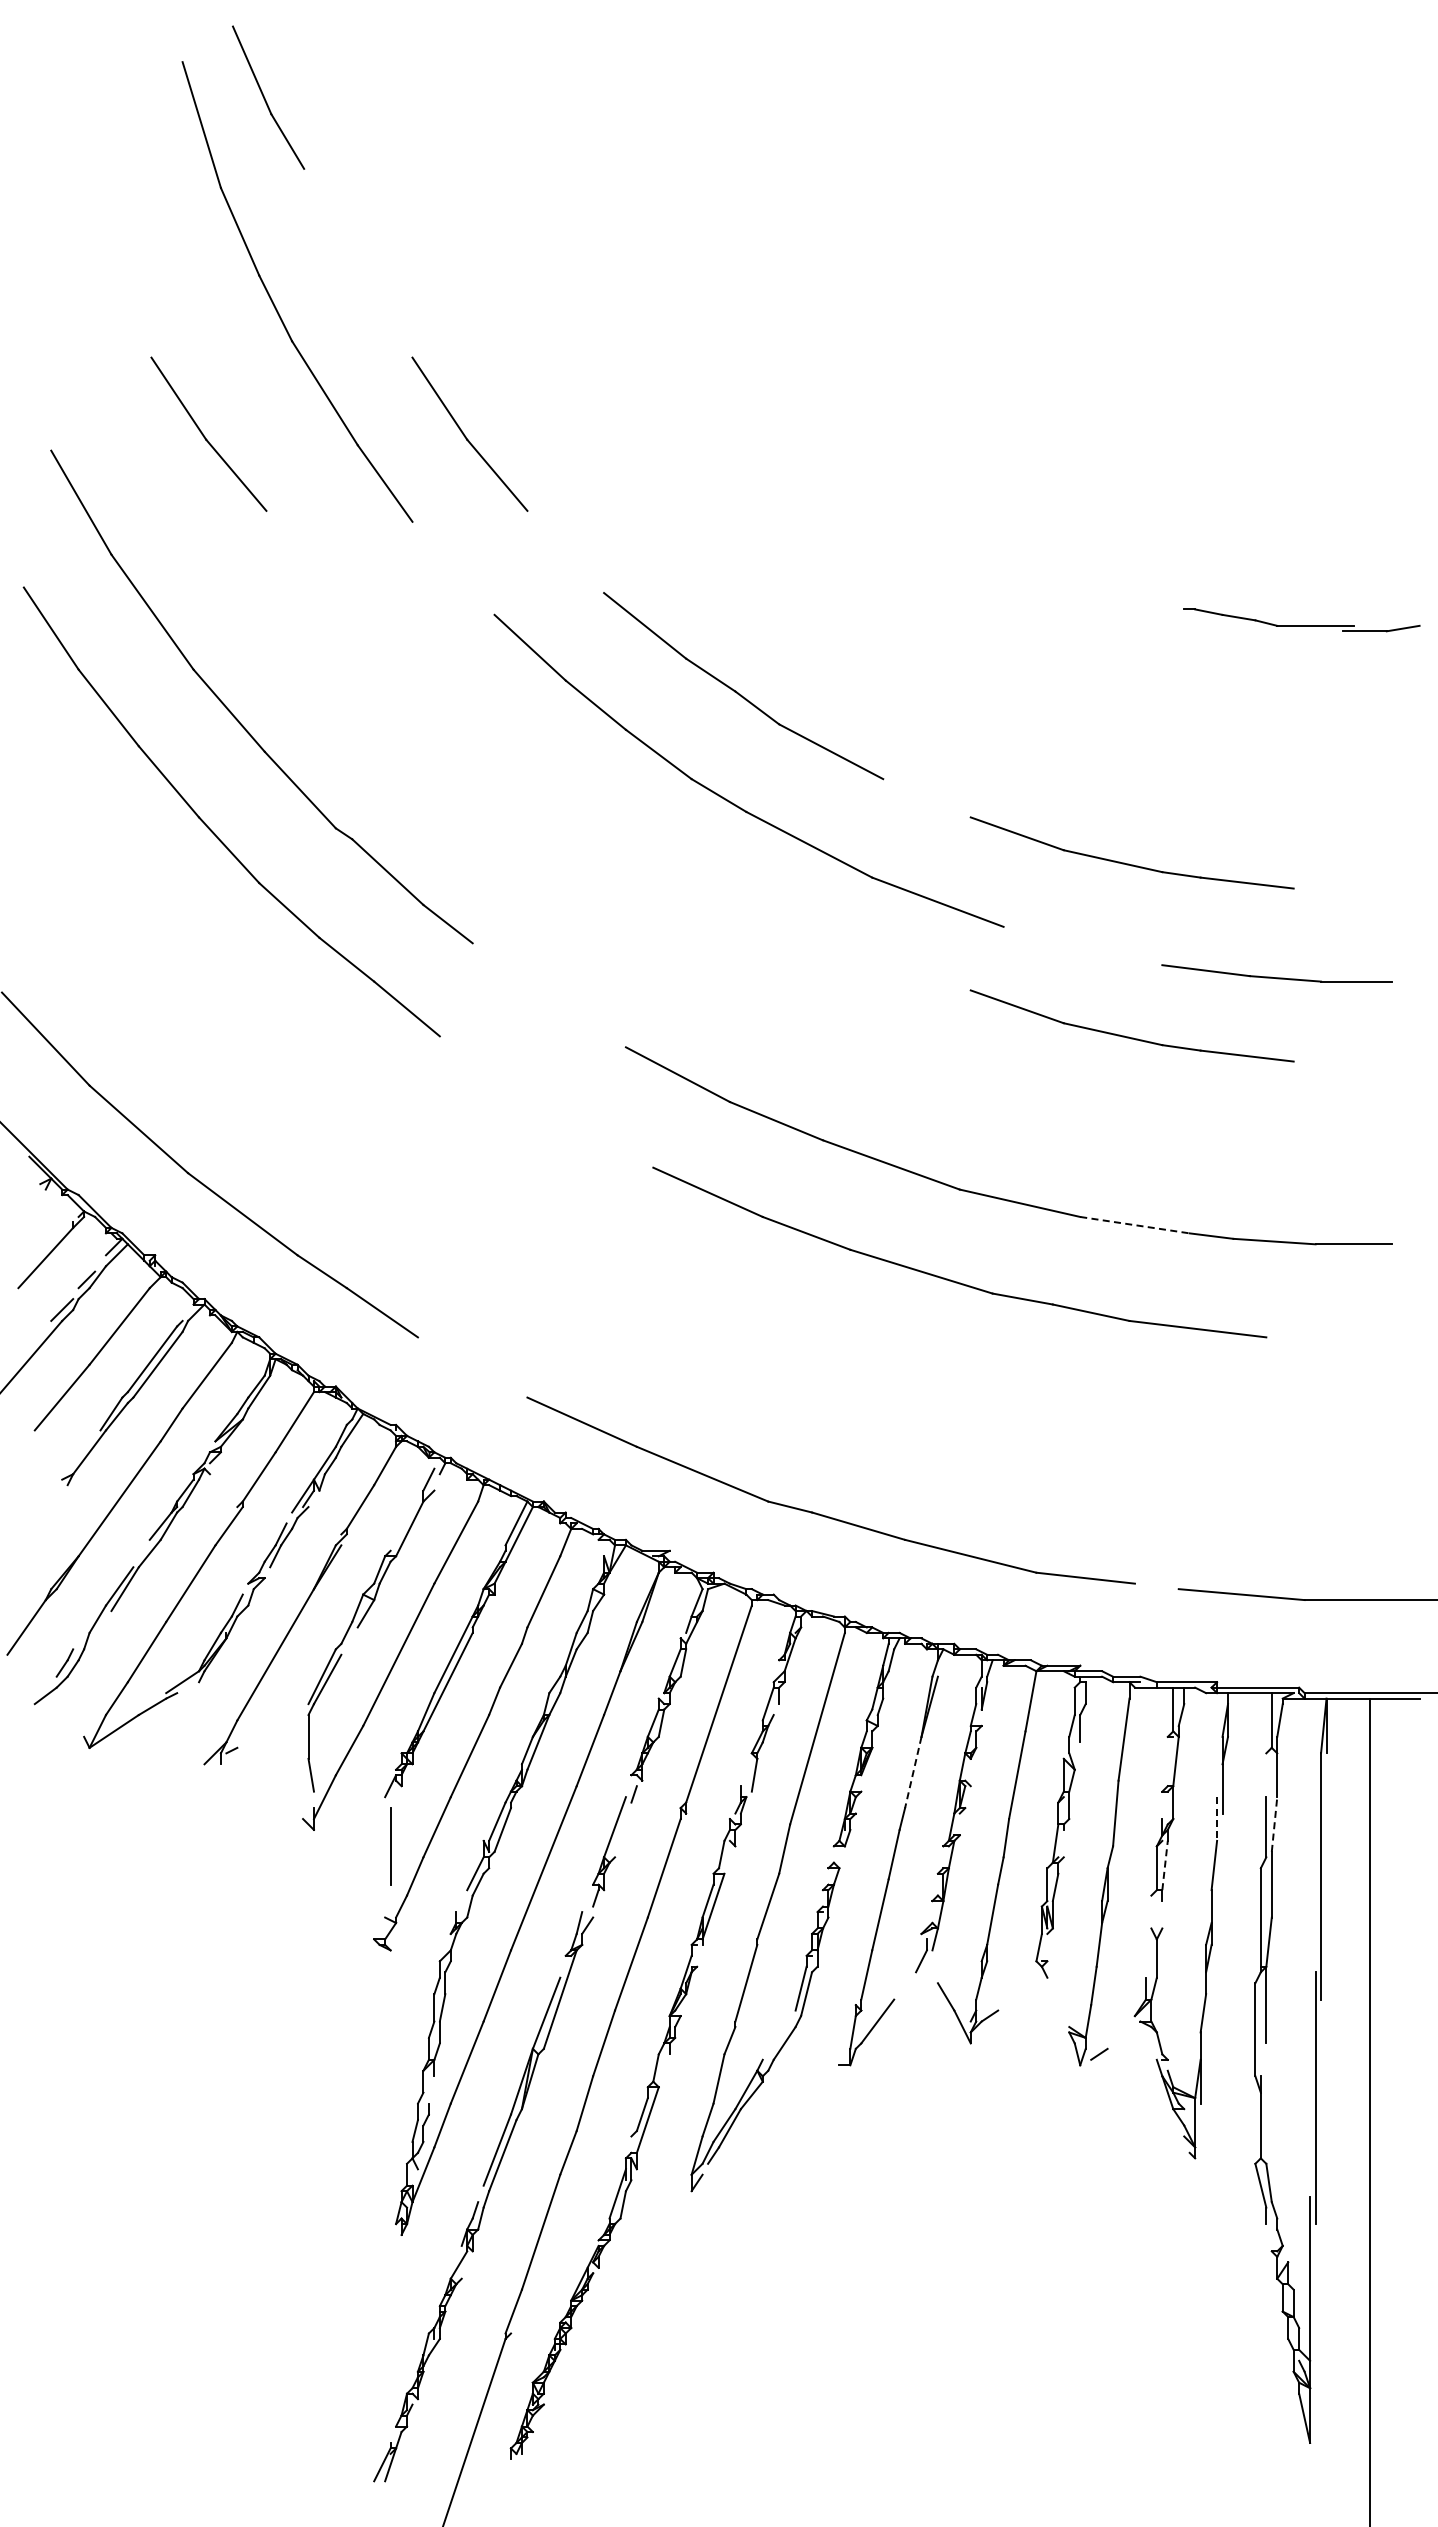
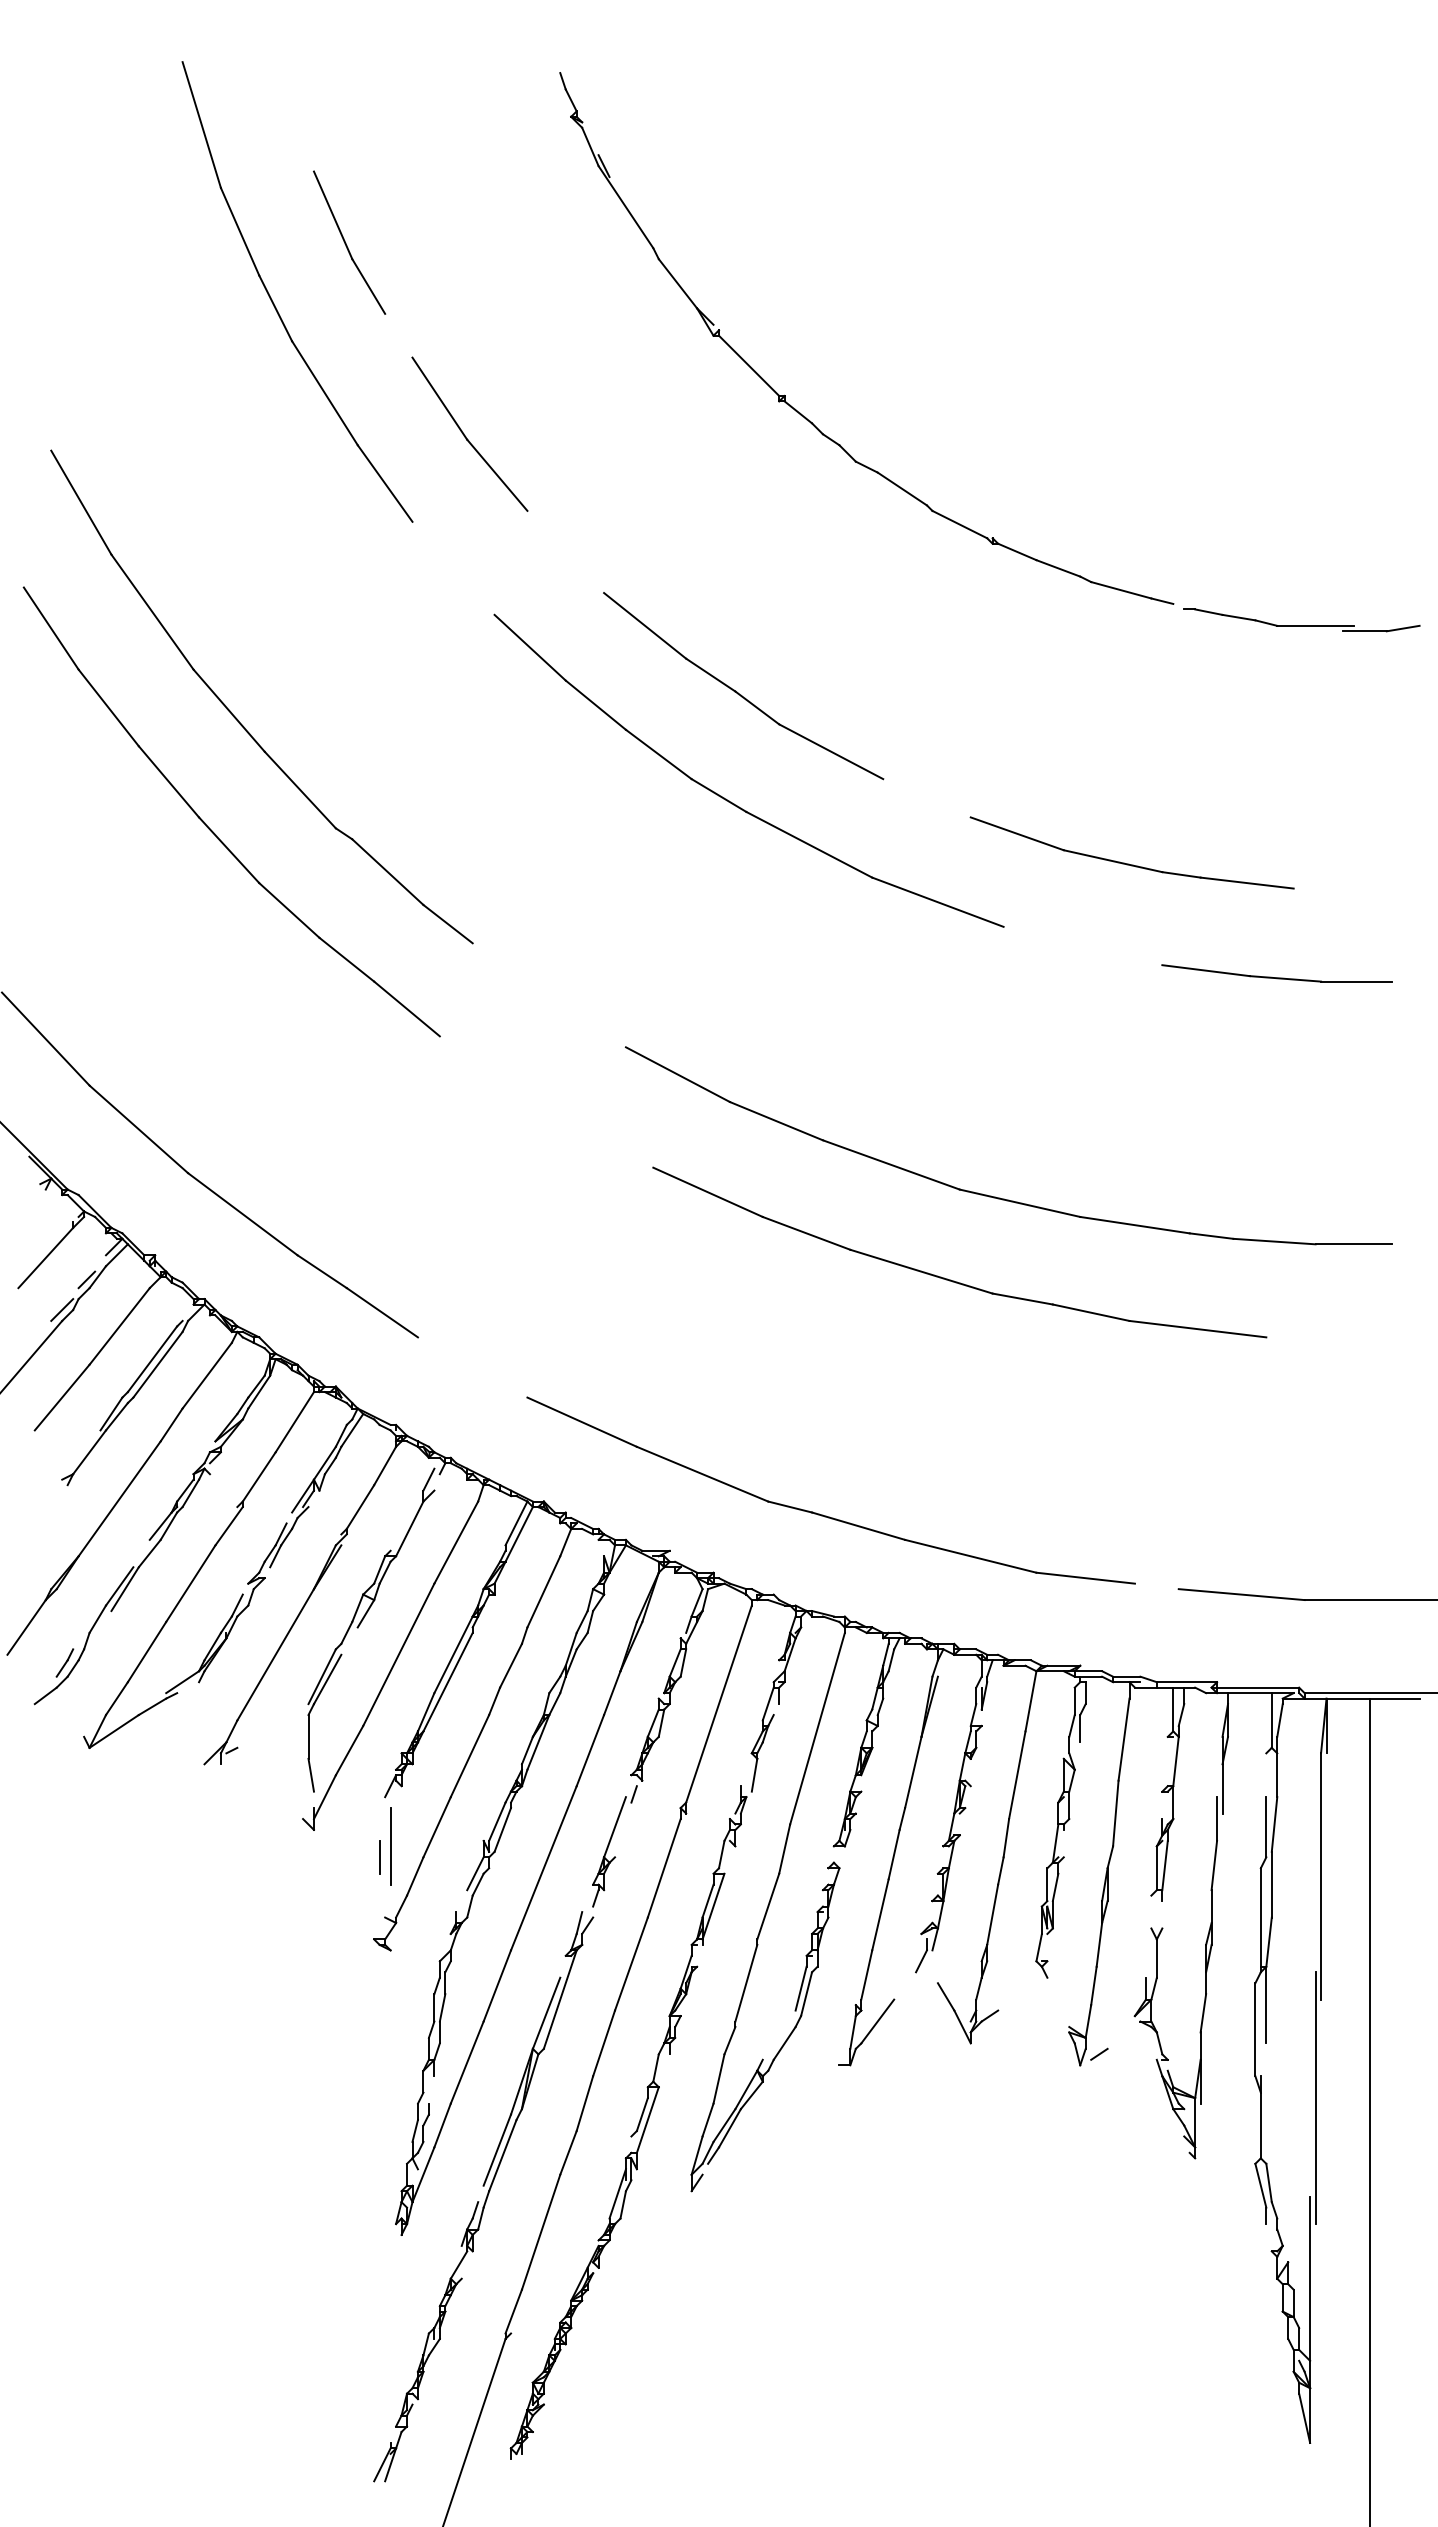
part at (268, 97) position: (268, 97) -> (349, 242)
part at (805, 416): none -> present
part at (208, 433): present -> none
part at (1129, 1036): present -> none
line at (1135, 1225): dashed -> solid
line at (913, 1772): dashed -> solid
line at (1217, 1819): dashed -> solid
line at (1274, 1824): dashed -> solid
line at (379, 1856): none -> present
line at (1165, 1865): dashed -> solid
